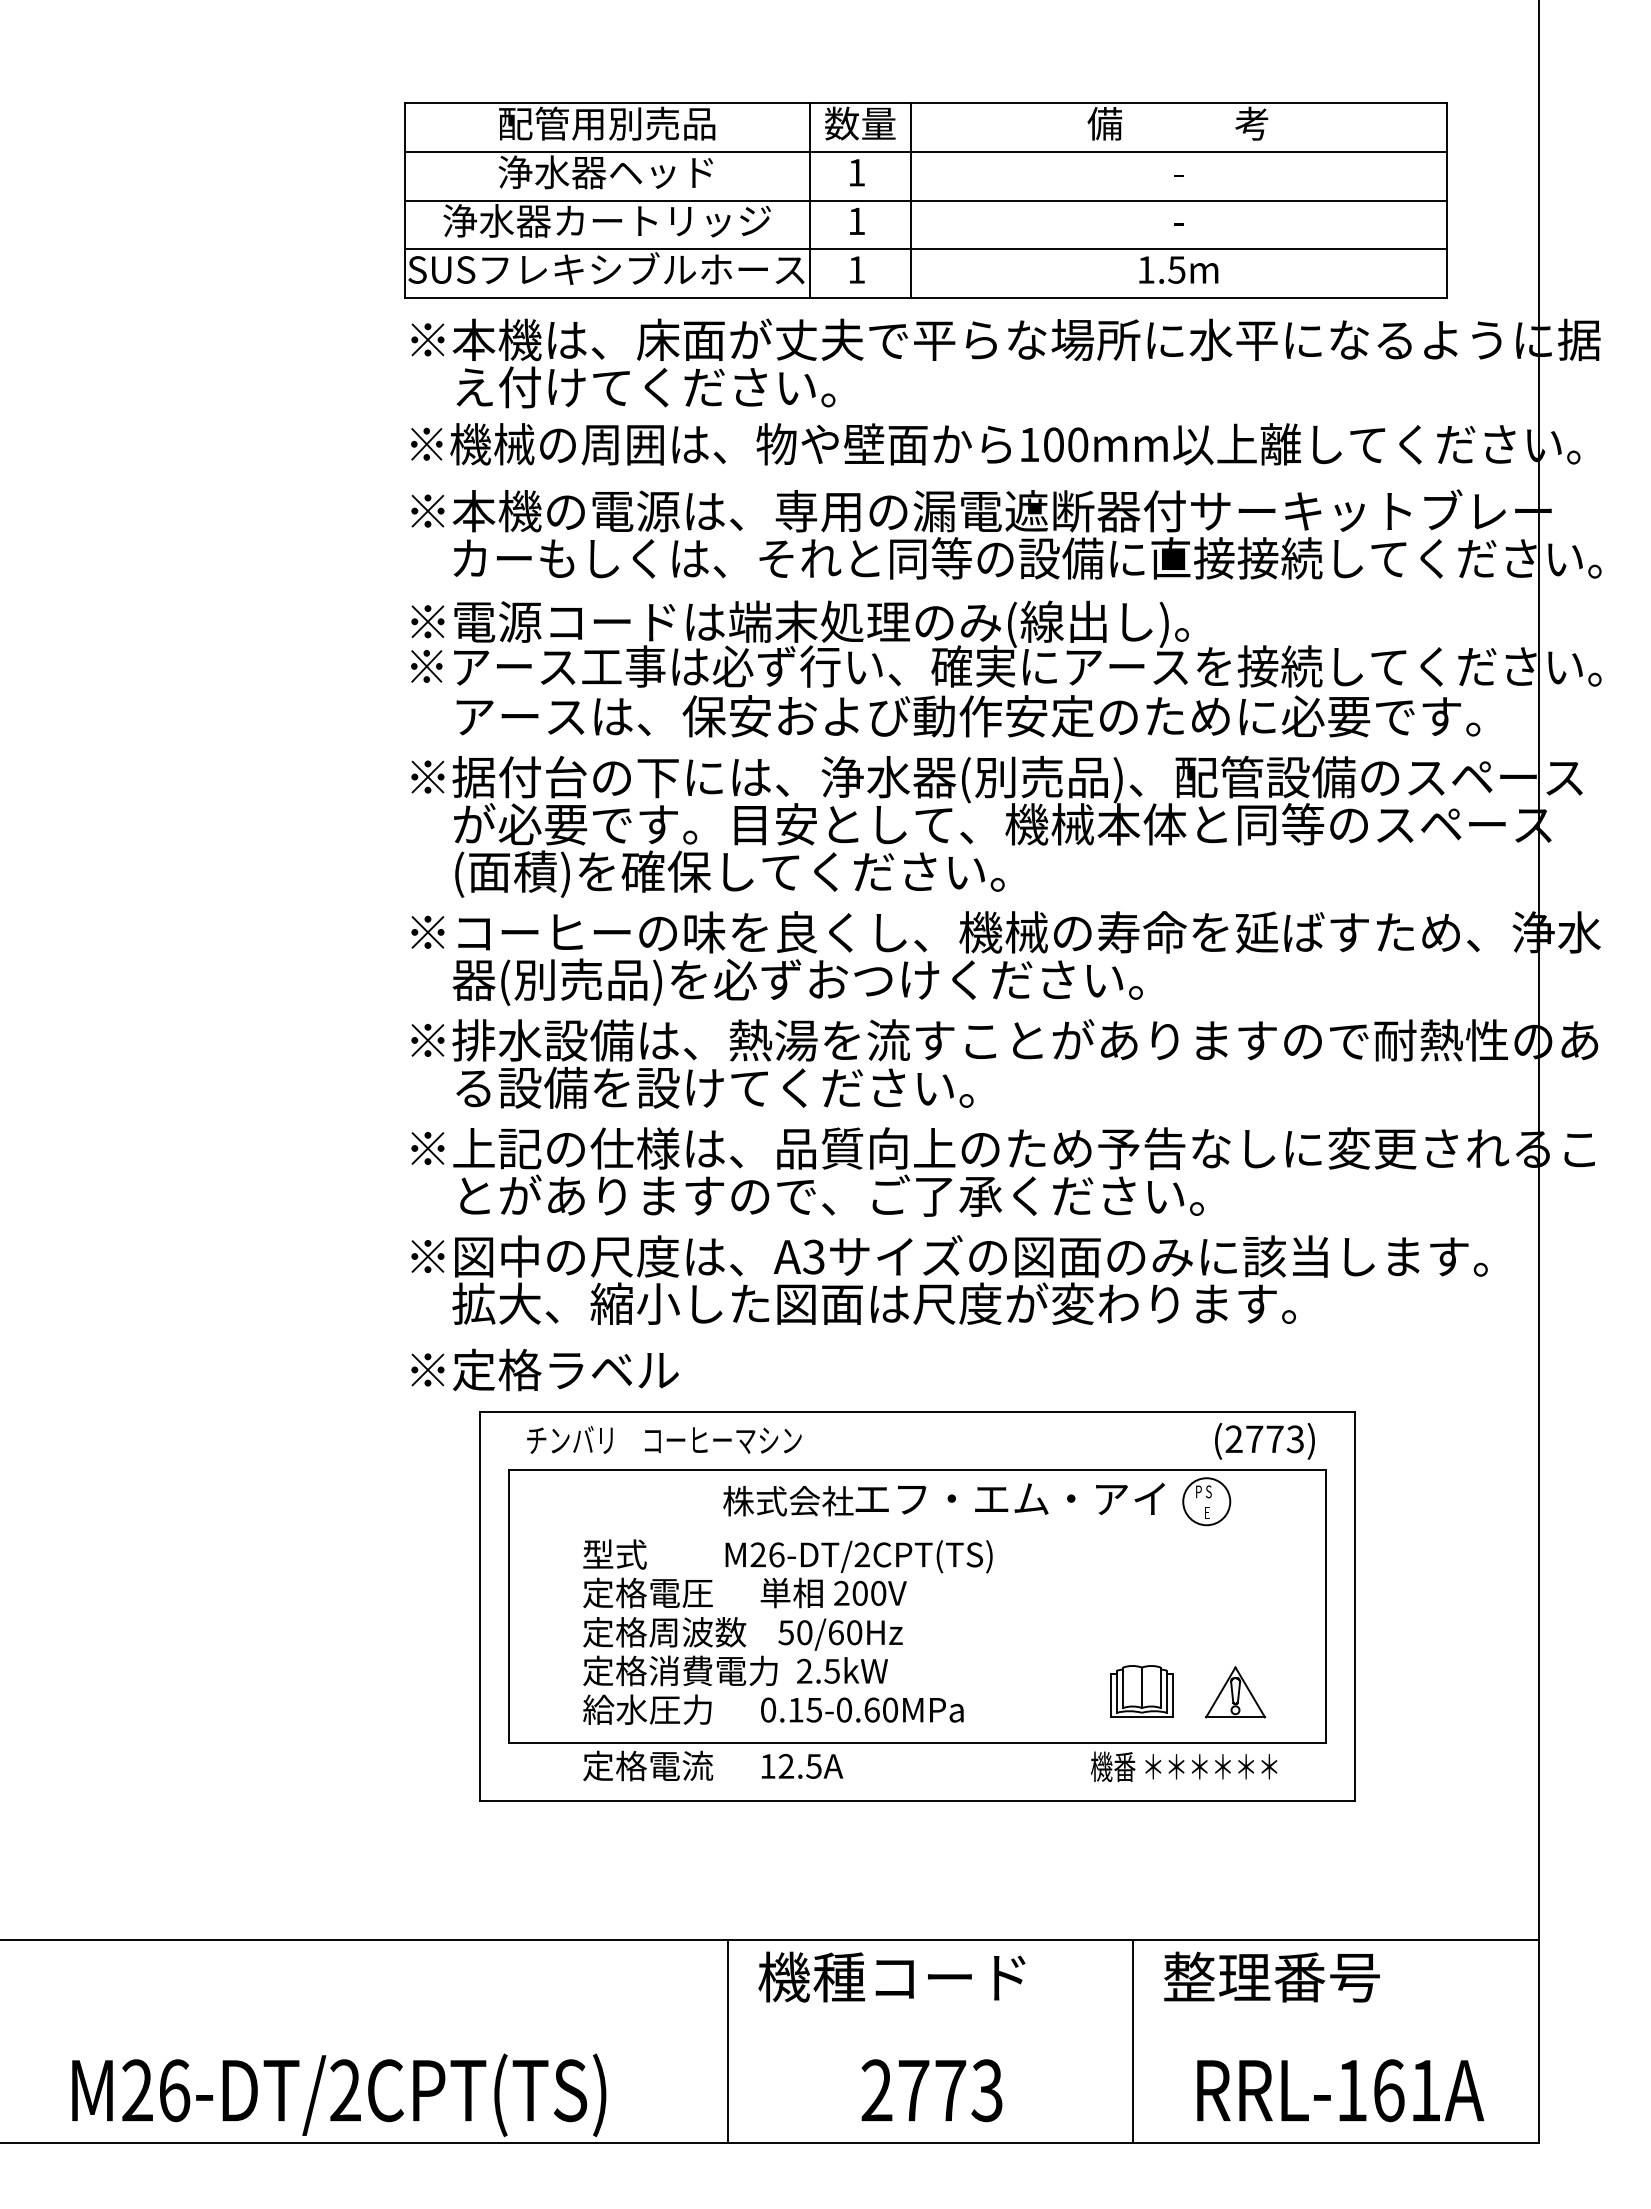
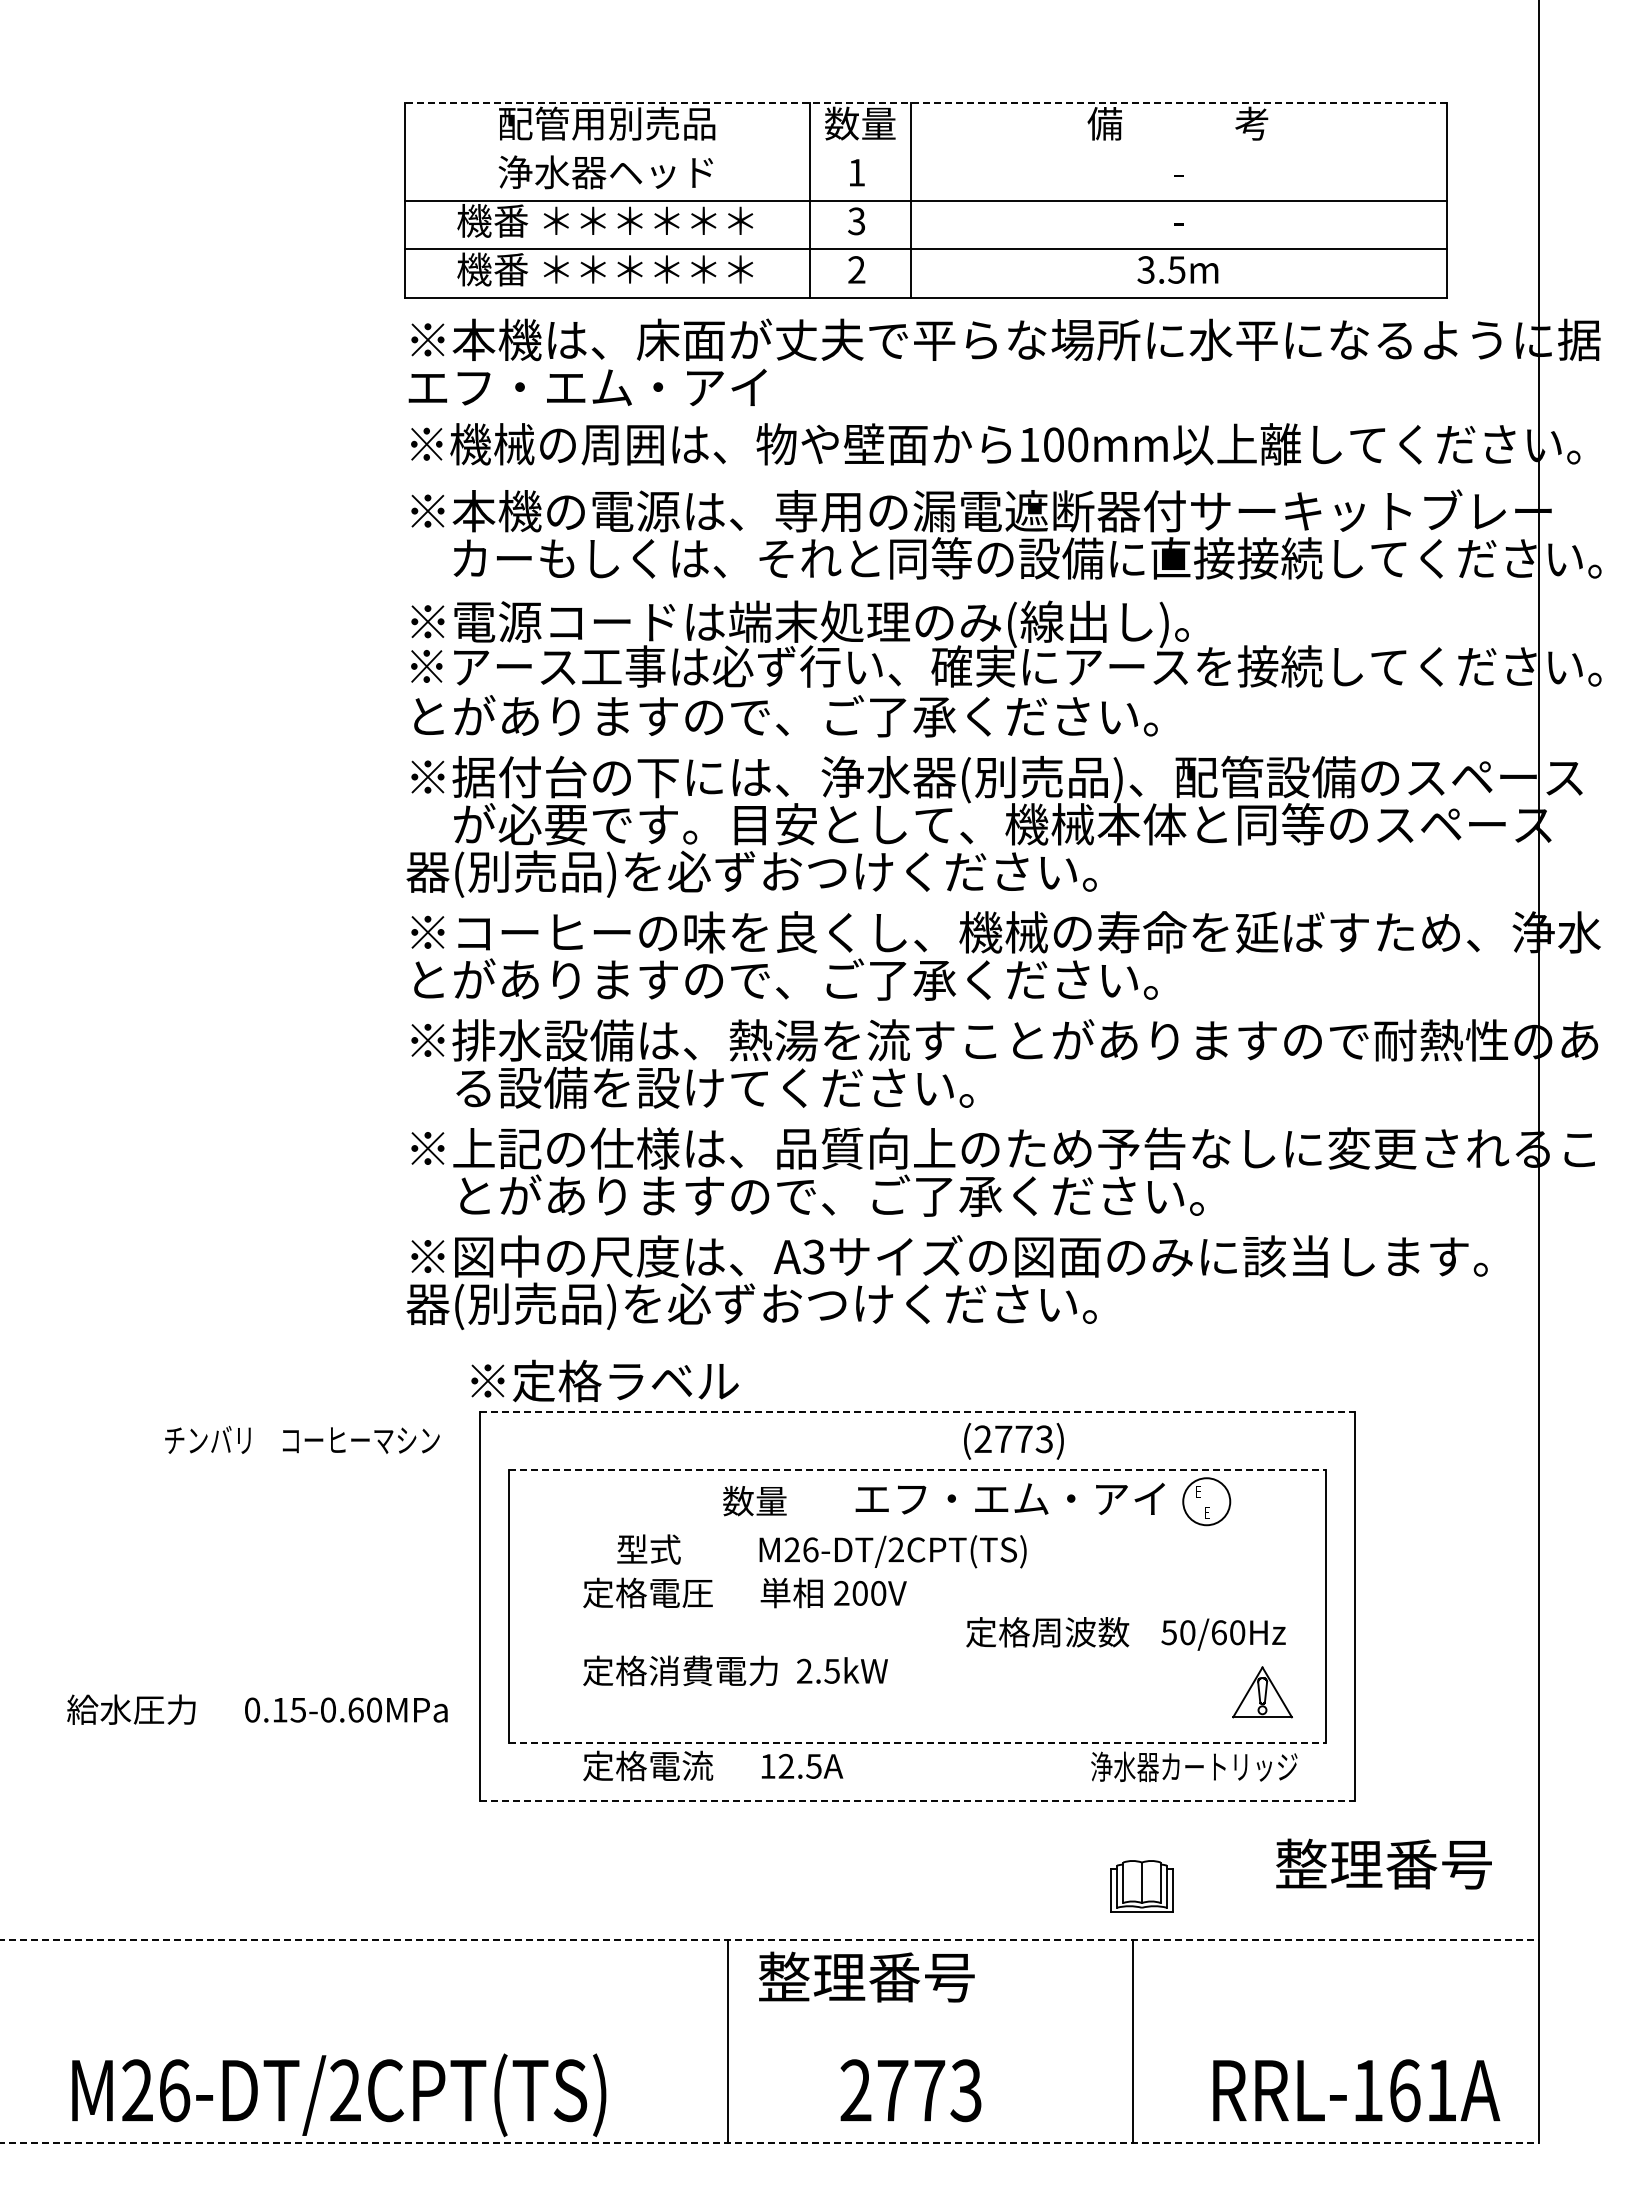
line at (925, 103): solid -> dashed
line at (925, 151): present -> none
text at (606, 220): 浄水器カートリッジ -> 機番 ＊＊＊＊＊＊
text at (856, 221): 1 -> 3
text at (606, 269): SUSフレキシブルホース -> 機番 ＊＊＊＊＊＊
text at (856, 269): 1 -> 2
text at (1145, 269): 1.5m -> 3.5m
text at (621, 387): え付けてください。 -> エフ・エム・アイ
text at (947, 716): アースは、保安および動作安定のために必要です。 -> とがありますので、ご了承ください。
text at (751, 873): (面積)を確保してください。 -> 器(別売品)を必ずおつけください。
text at (785, 981): 器(別売品)を必ずおつけください。 -> とがありますので、ご了承ください。
text at (850, 1306): 拡大、縮小した図面は尺度が変わります。 -> 器(別売品)を必ずおつけください。
text at (544, 1369) position: (544, 1369) -> (604, 1380)
line at (917, 1411): solid -> dashed
text at (664, 1439) position: (664, 1439) -> (302, 1439)
text at (1264, 1441) position: (1264, 1441) -> (1013, 1441)
line at (917, 1470): solid -> dashed
text at (1203, 1491): P S -> E
text at (788, 1500): 株式会社 -> 数量
text at (787, 1556) position: (787, 1556) -> (821, 1551)
text at (742, 1633) position: (742, 1633) -> (1125, 1633)
part at (1141, 1691) position: (1141, 1691) -> (1141, 1886)
part at (1235, 1692) position: (1235, 1692) -> (1262, 1692)
text at (773, 1709) position: (773, 1709) -> (257, 1709)
line at (917, 1742): solid -> dashed
text at (1193, 1766): 機番 ＊＊＊＊＊＊ -> 浄水器カートリッジ
line at (917, 1800): solid -> dashed
line at (769, 1940): solid -> dashed
text at (891, 1976): 機種コード -> 整理番号
text at (1271, 1976) position: (1271, 1976) -> (1383, 1863)
text at (931, 2090) position: (931, 2090) -> (910, 2090)
text at (1340, 2090) position: (1340, 2090) -> (1356, 2090)
line at (769, 2142): solid -> dashed
